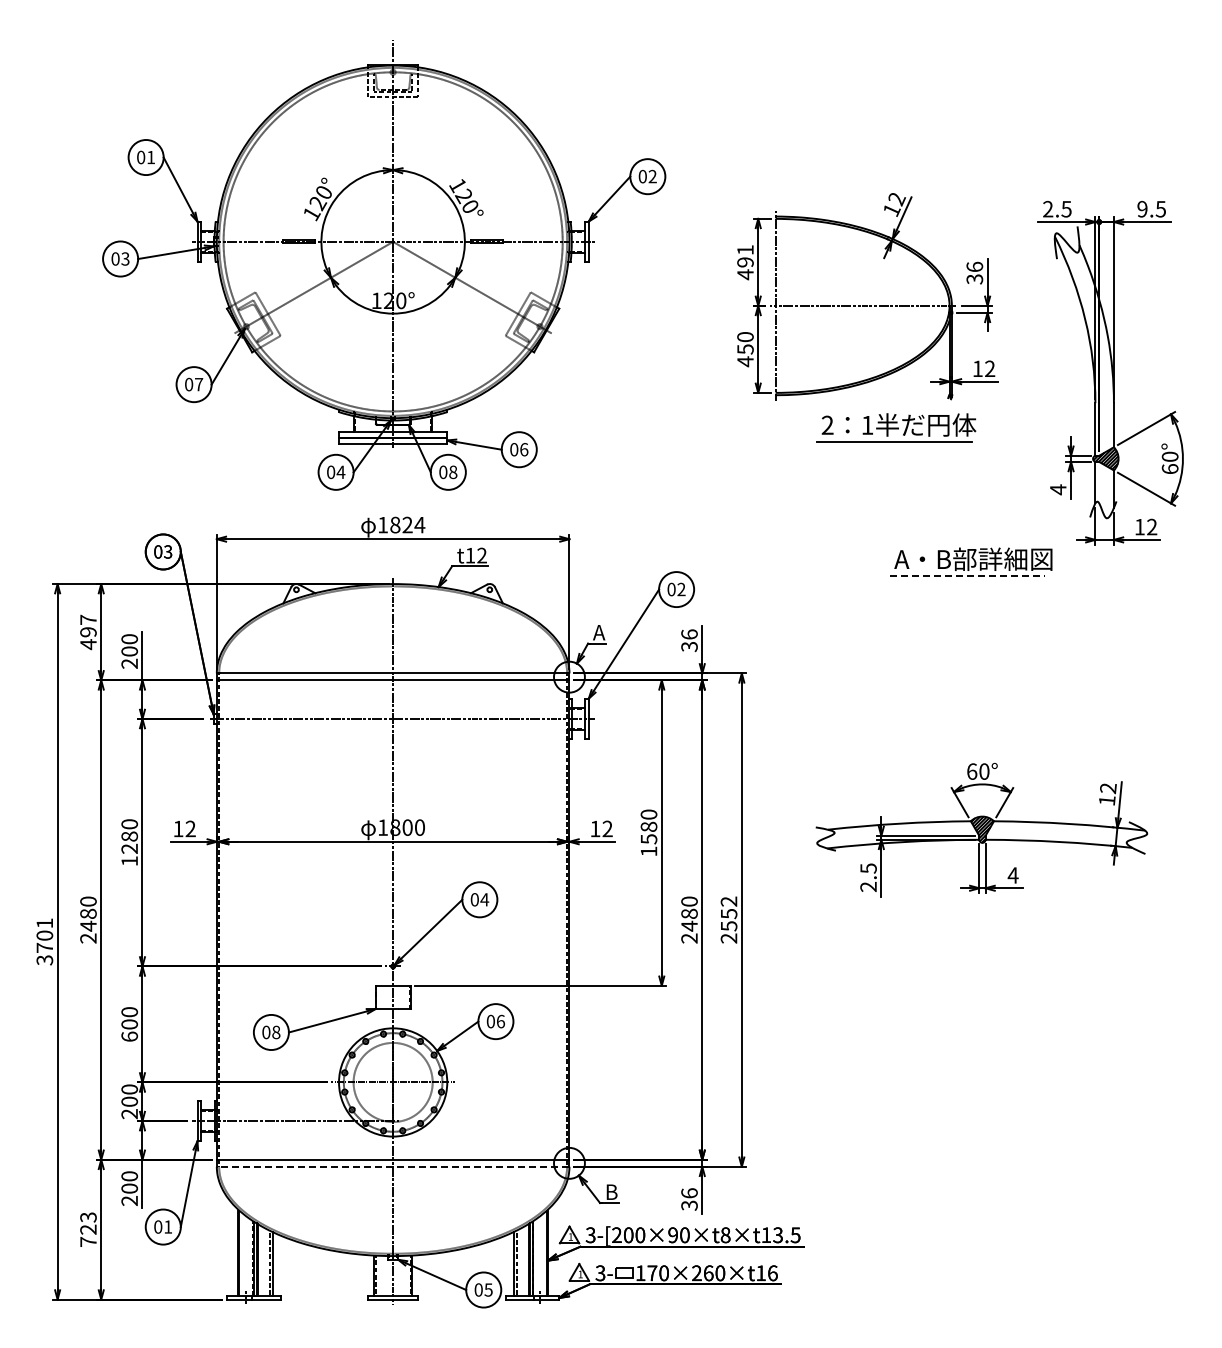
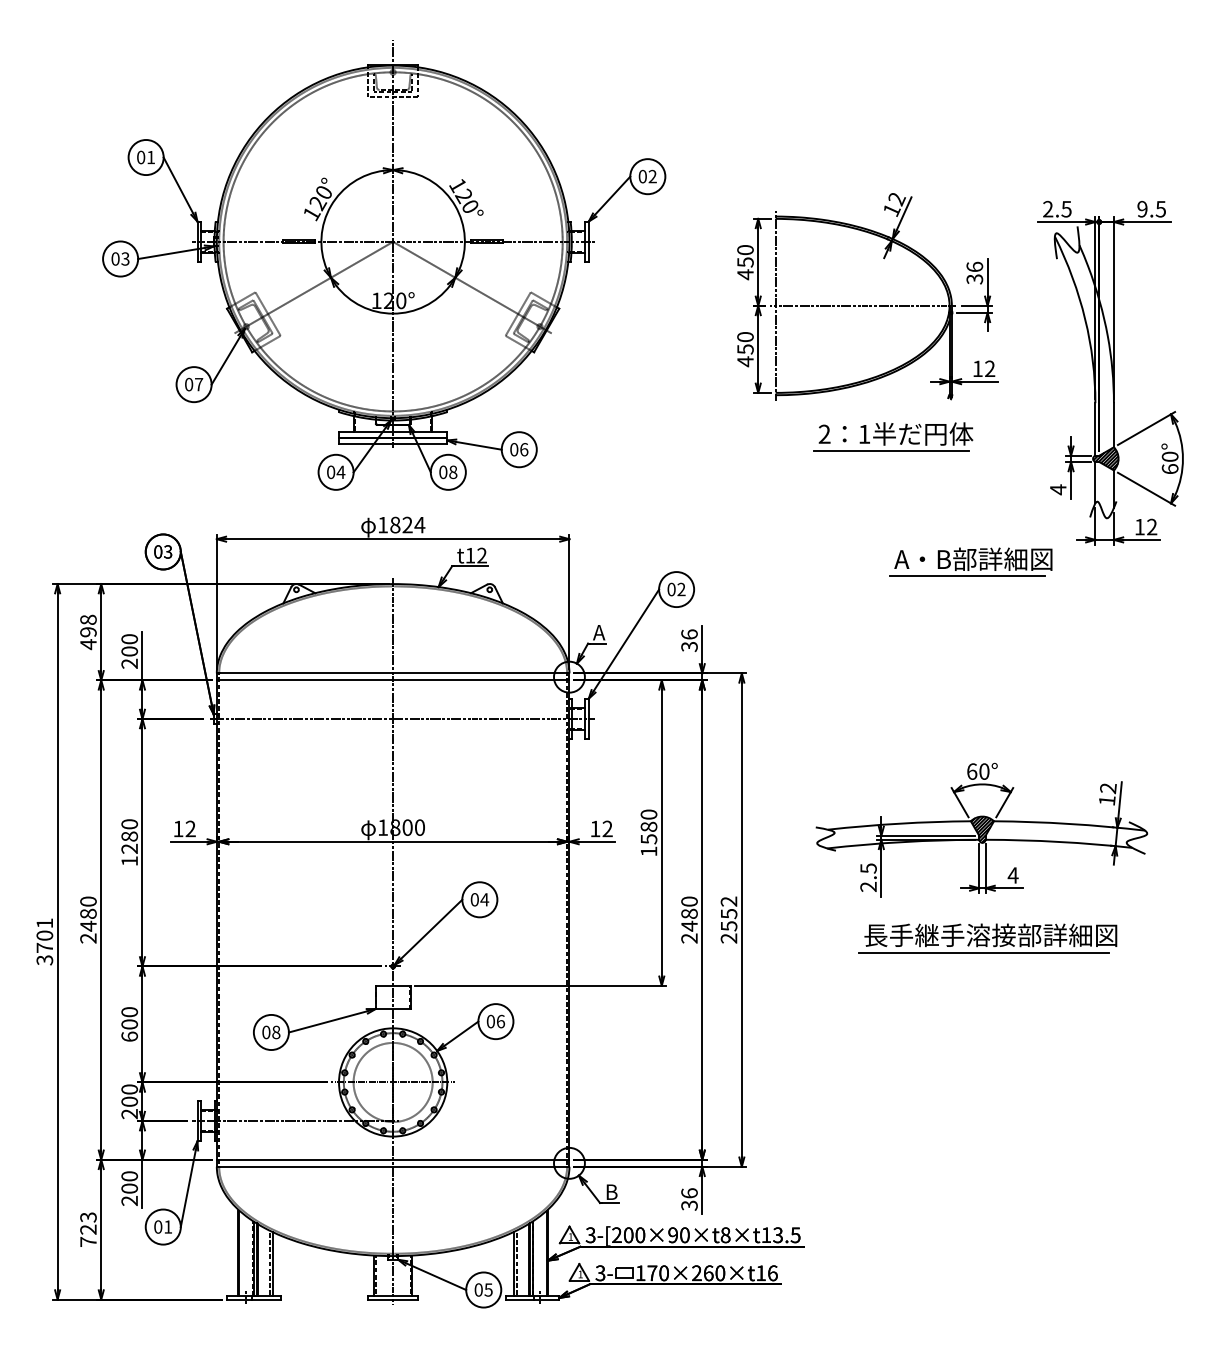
text at (745, 256): 491 -> 450
part at (896, 427) position: (896, 427) -> (893, 436)
line at (967, 576): dashed -> solid
text at (88, 619): 497 -> 498
part at (987, 938): none -> present
line at (392, 1166): dashed -> solid
